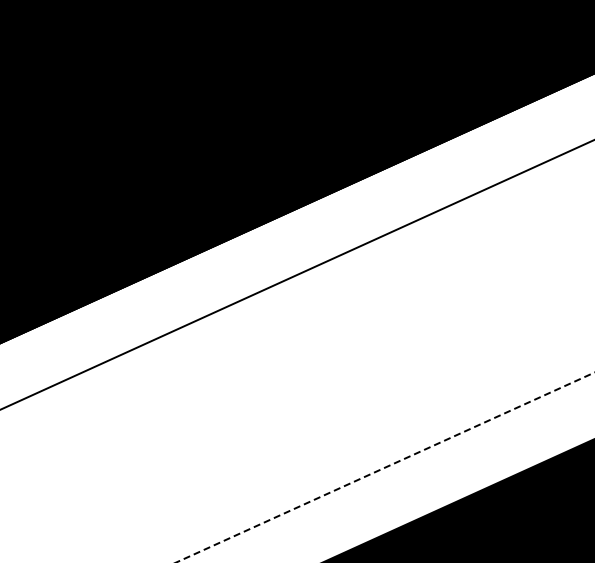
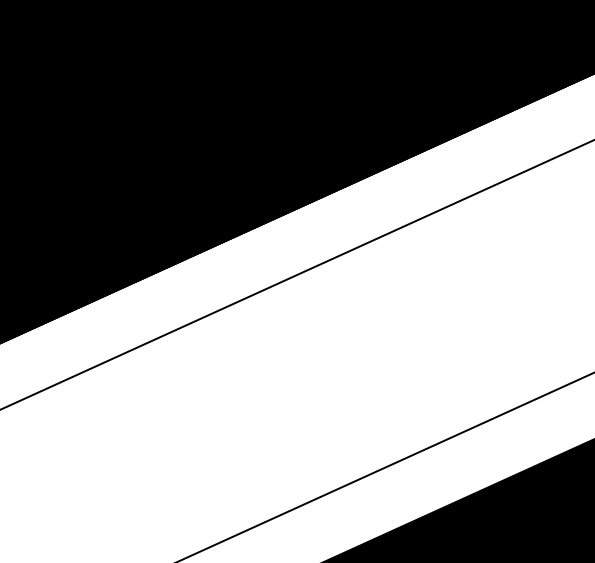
line at (385, 467): dashed -> solid
